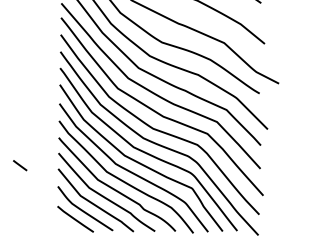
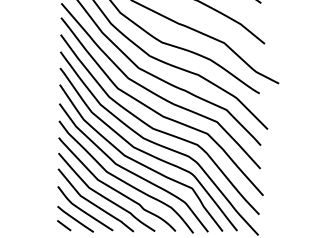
line at (20, 165) position: (20, 165) -> (64, 225)
